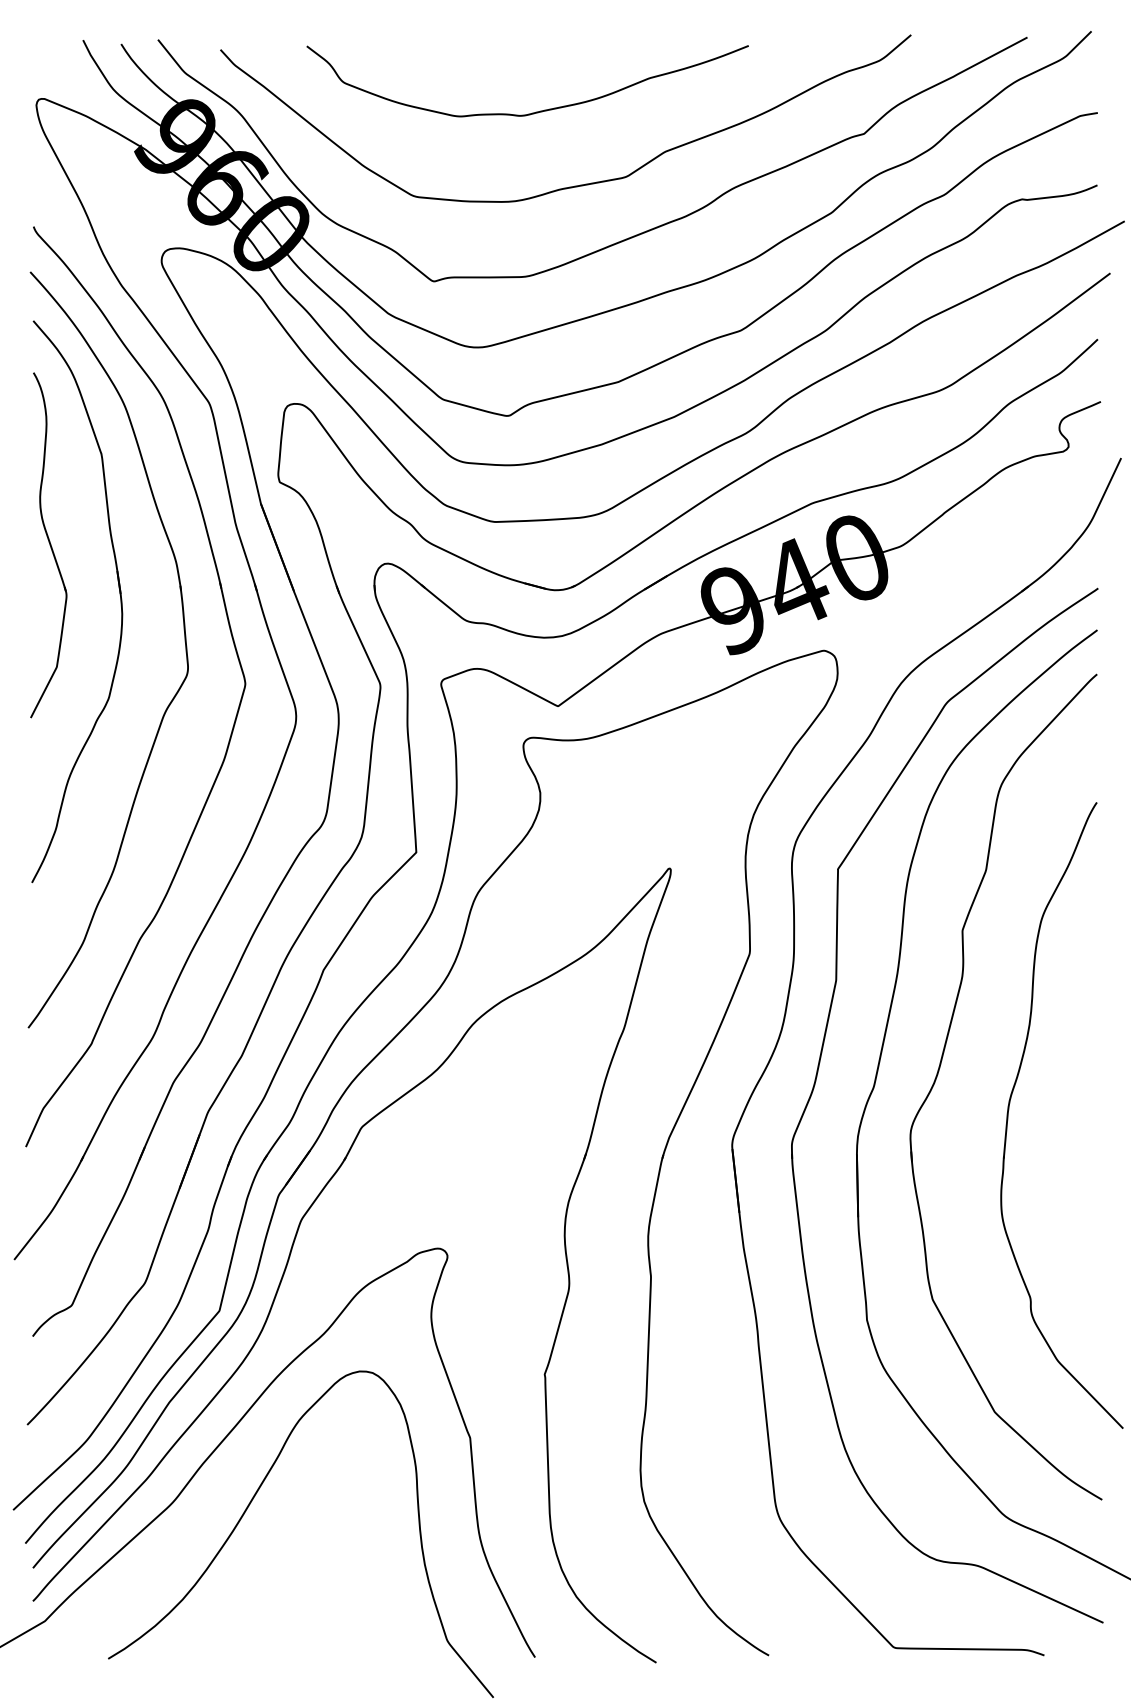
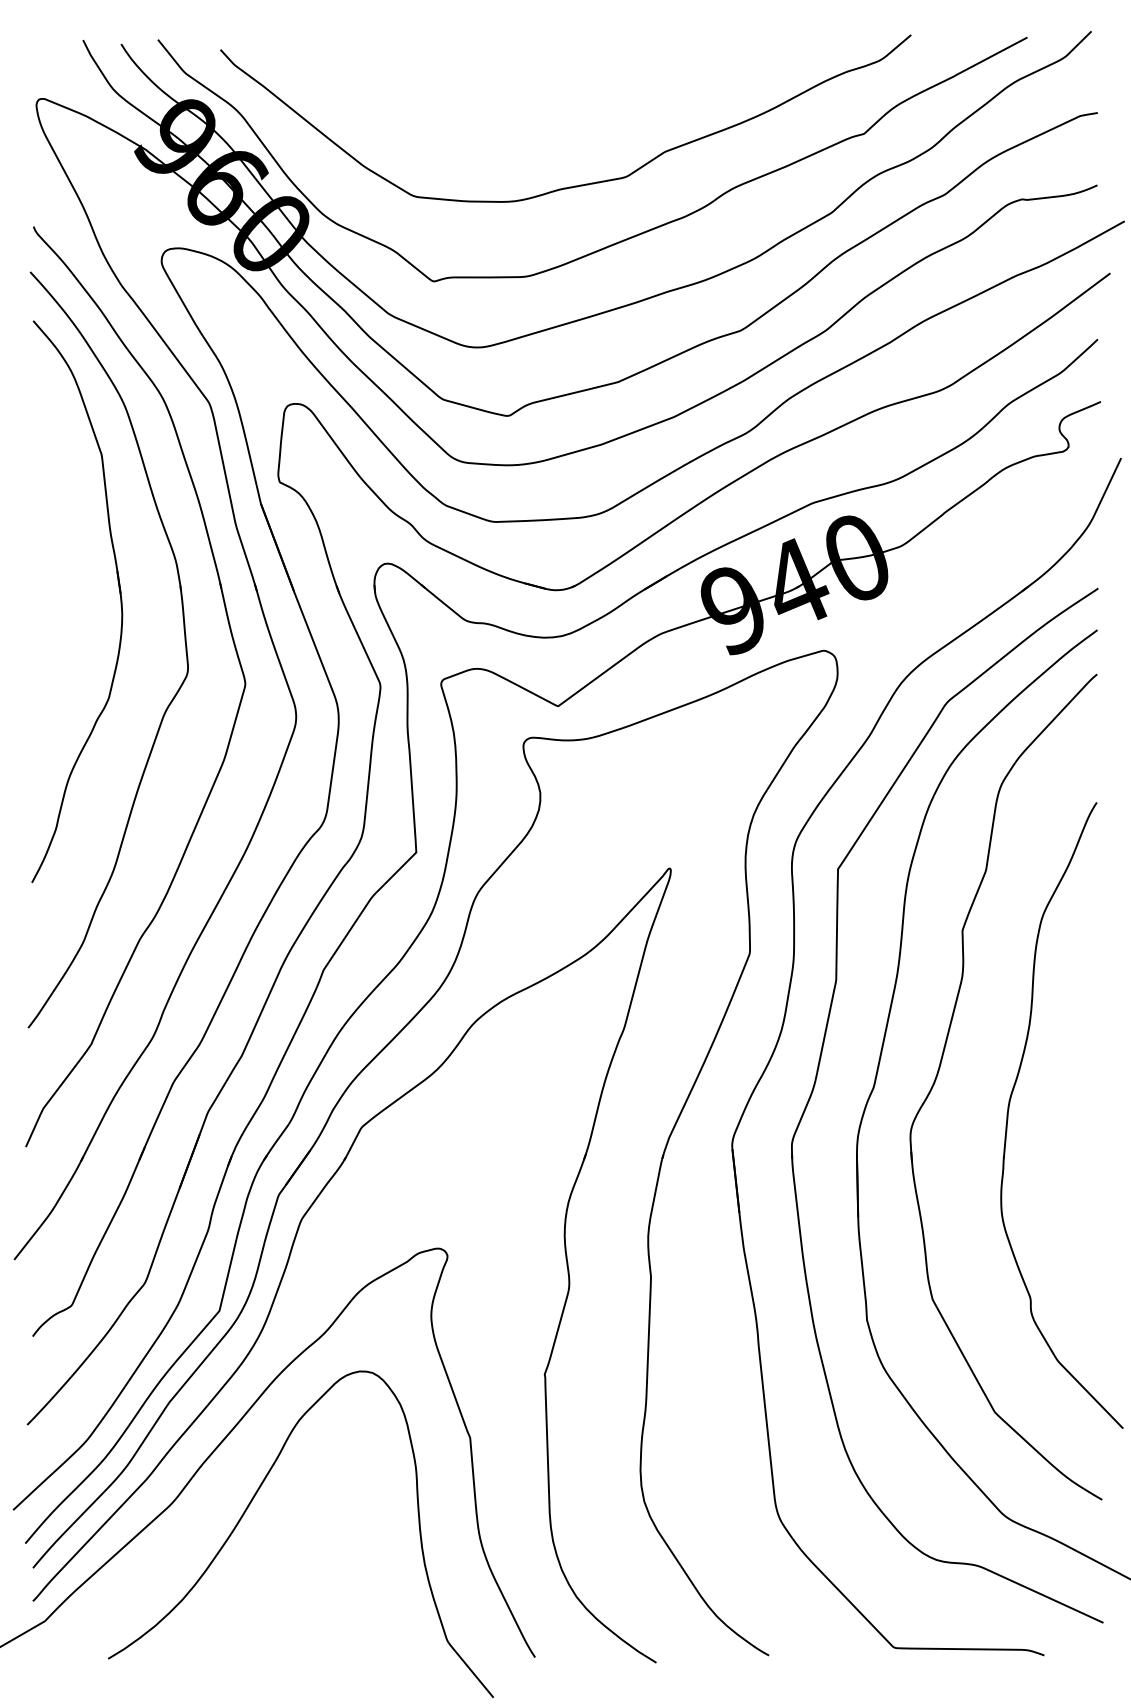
curve at (536, 111): present -> none
part at (48, 545): present -> none
